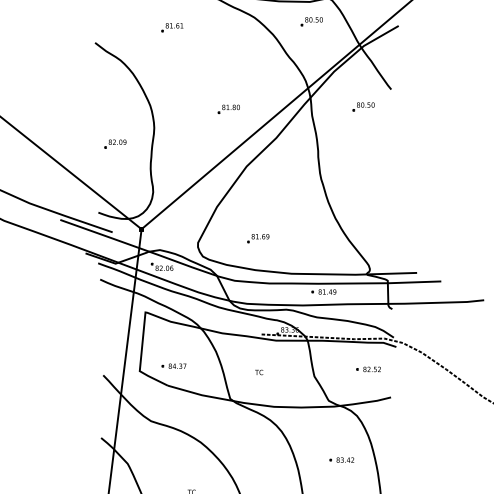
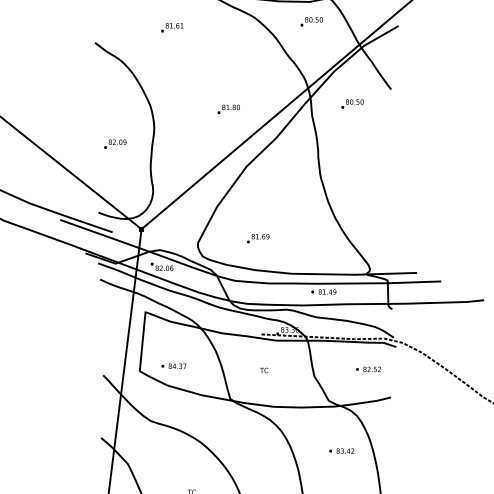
part at (363, 106) position: (363, 106) -> (352, 103)
text at (259, 372) position: (259, 372) -> (264, 370)
part at (341, 459) position: (341, 459) -> (341, 450)
